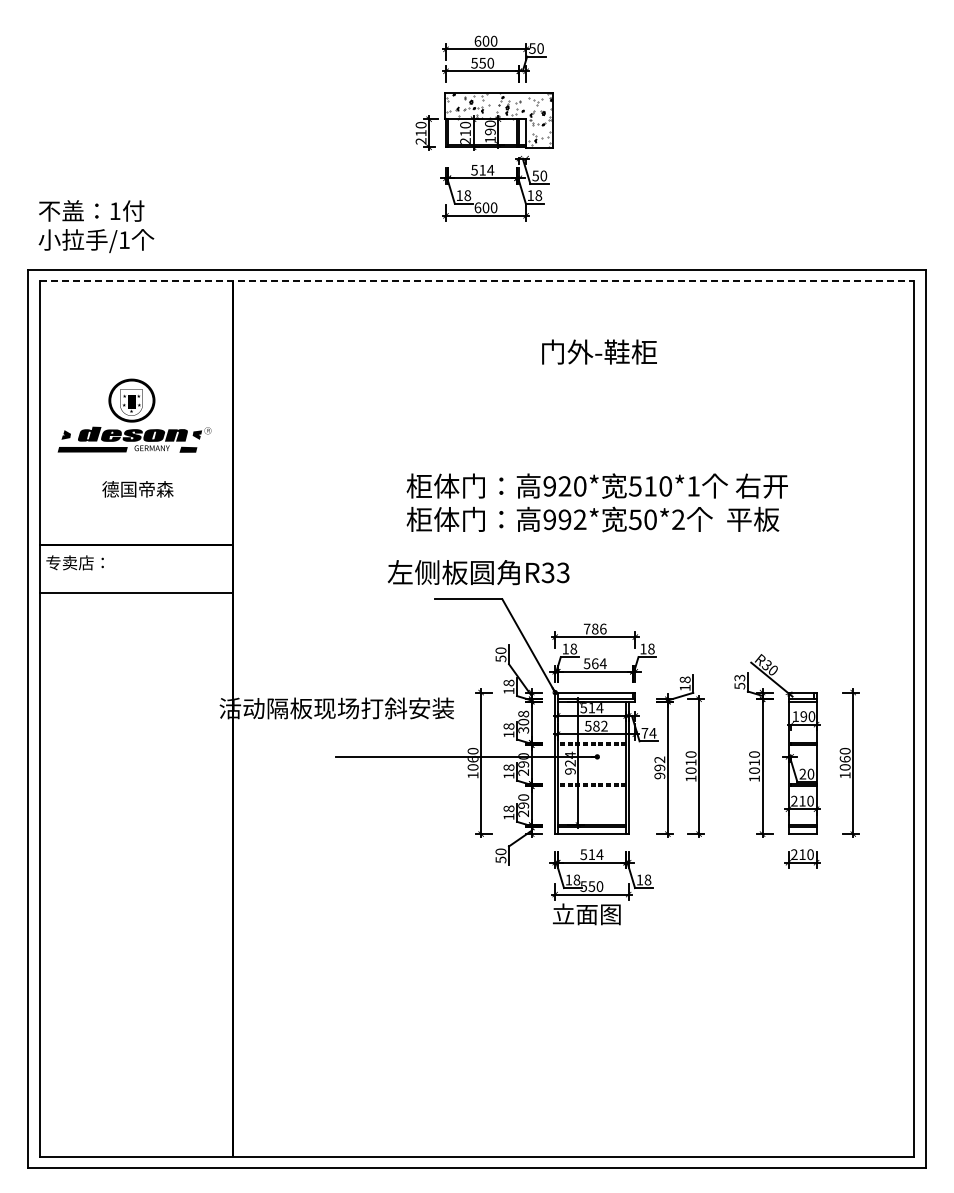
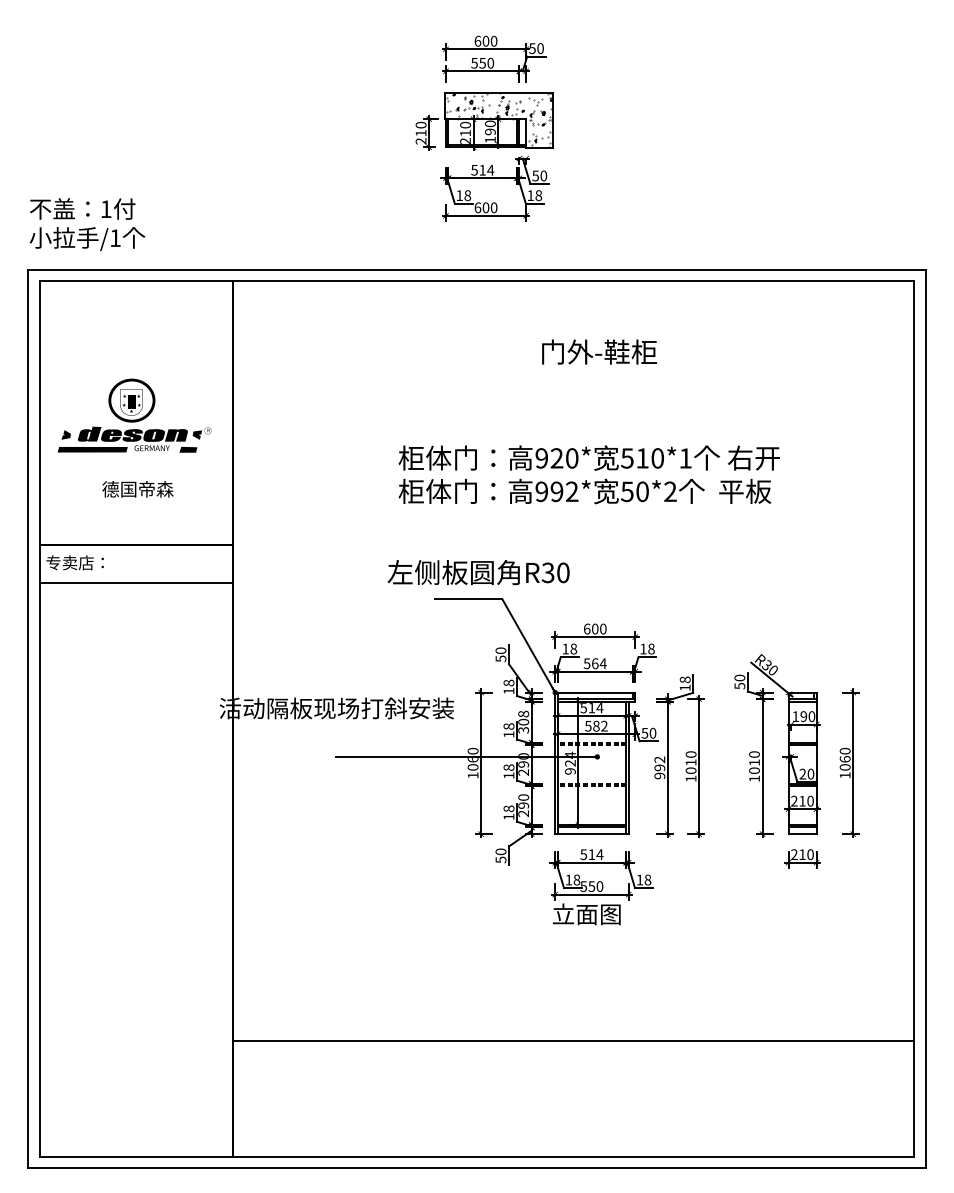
text at (96, 226) position: (96, 226) -> (87, 224)
line at (477, 281): dashed -> solid
text at (596, 502) position: (596, 502) -> (588, 474)
text at (562, 572): R33 -> R30
line at (135, 592) position: (135, 592) -> (135, 582)
text at (594, 628): 786 -> 600
text at (739, 677): 53 -> 50
text at (648, 732): 74 -> 50
line at (573, 1040): none -> present
